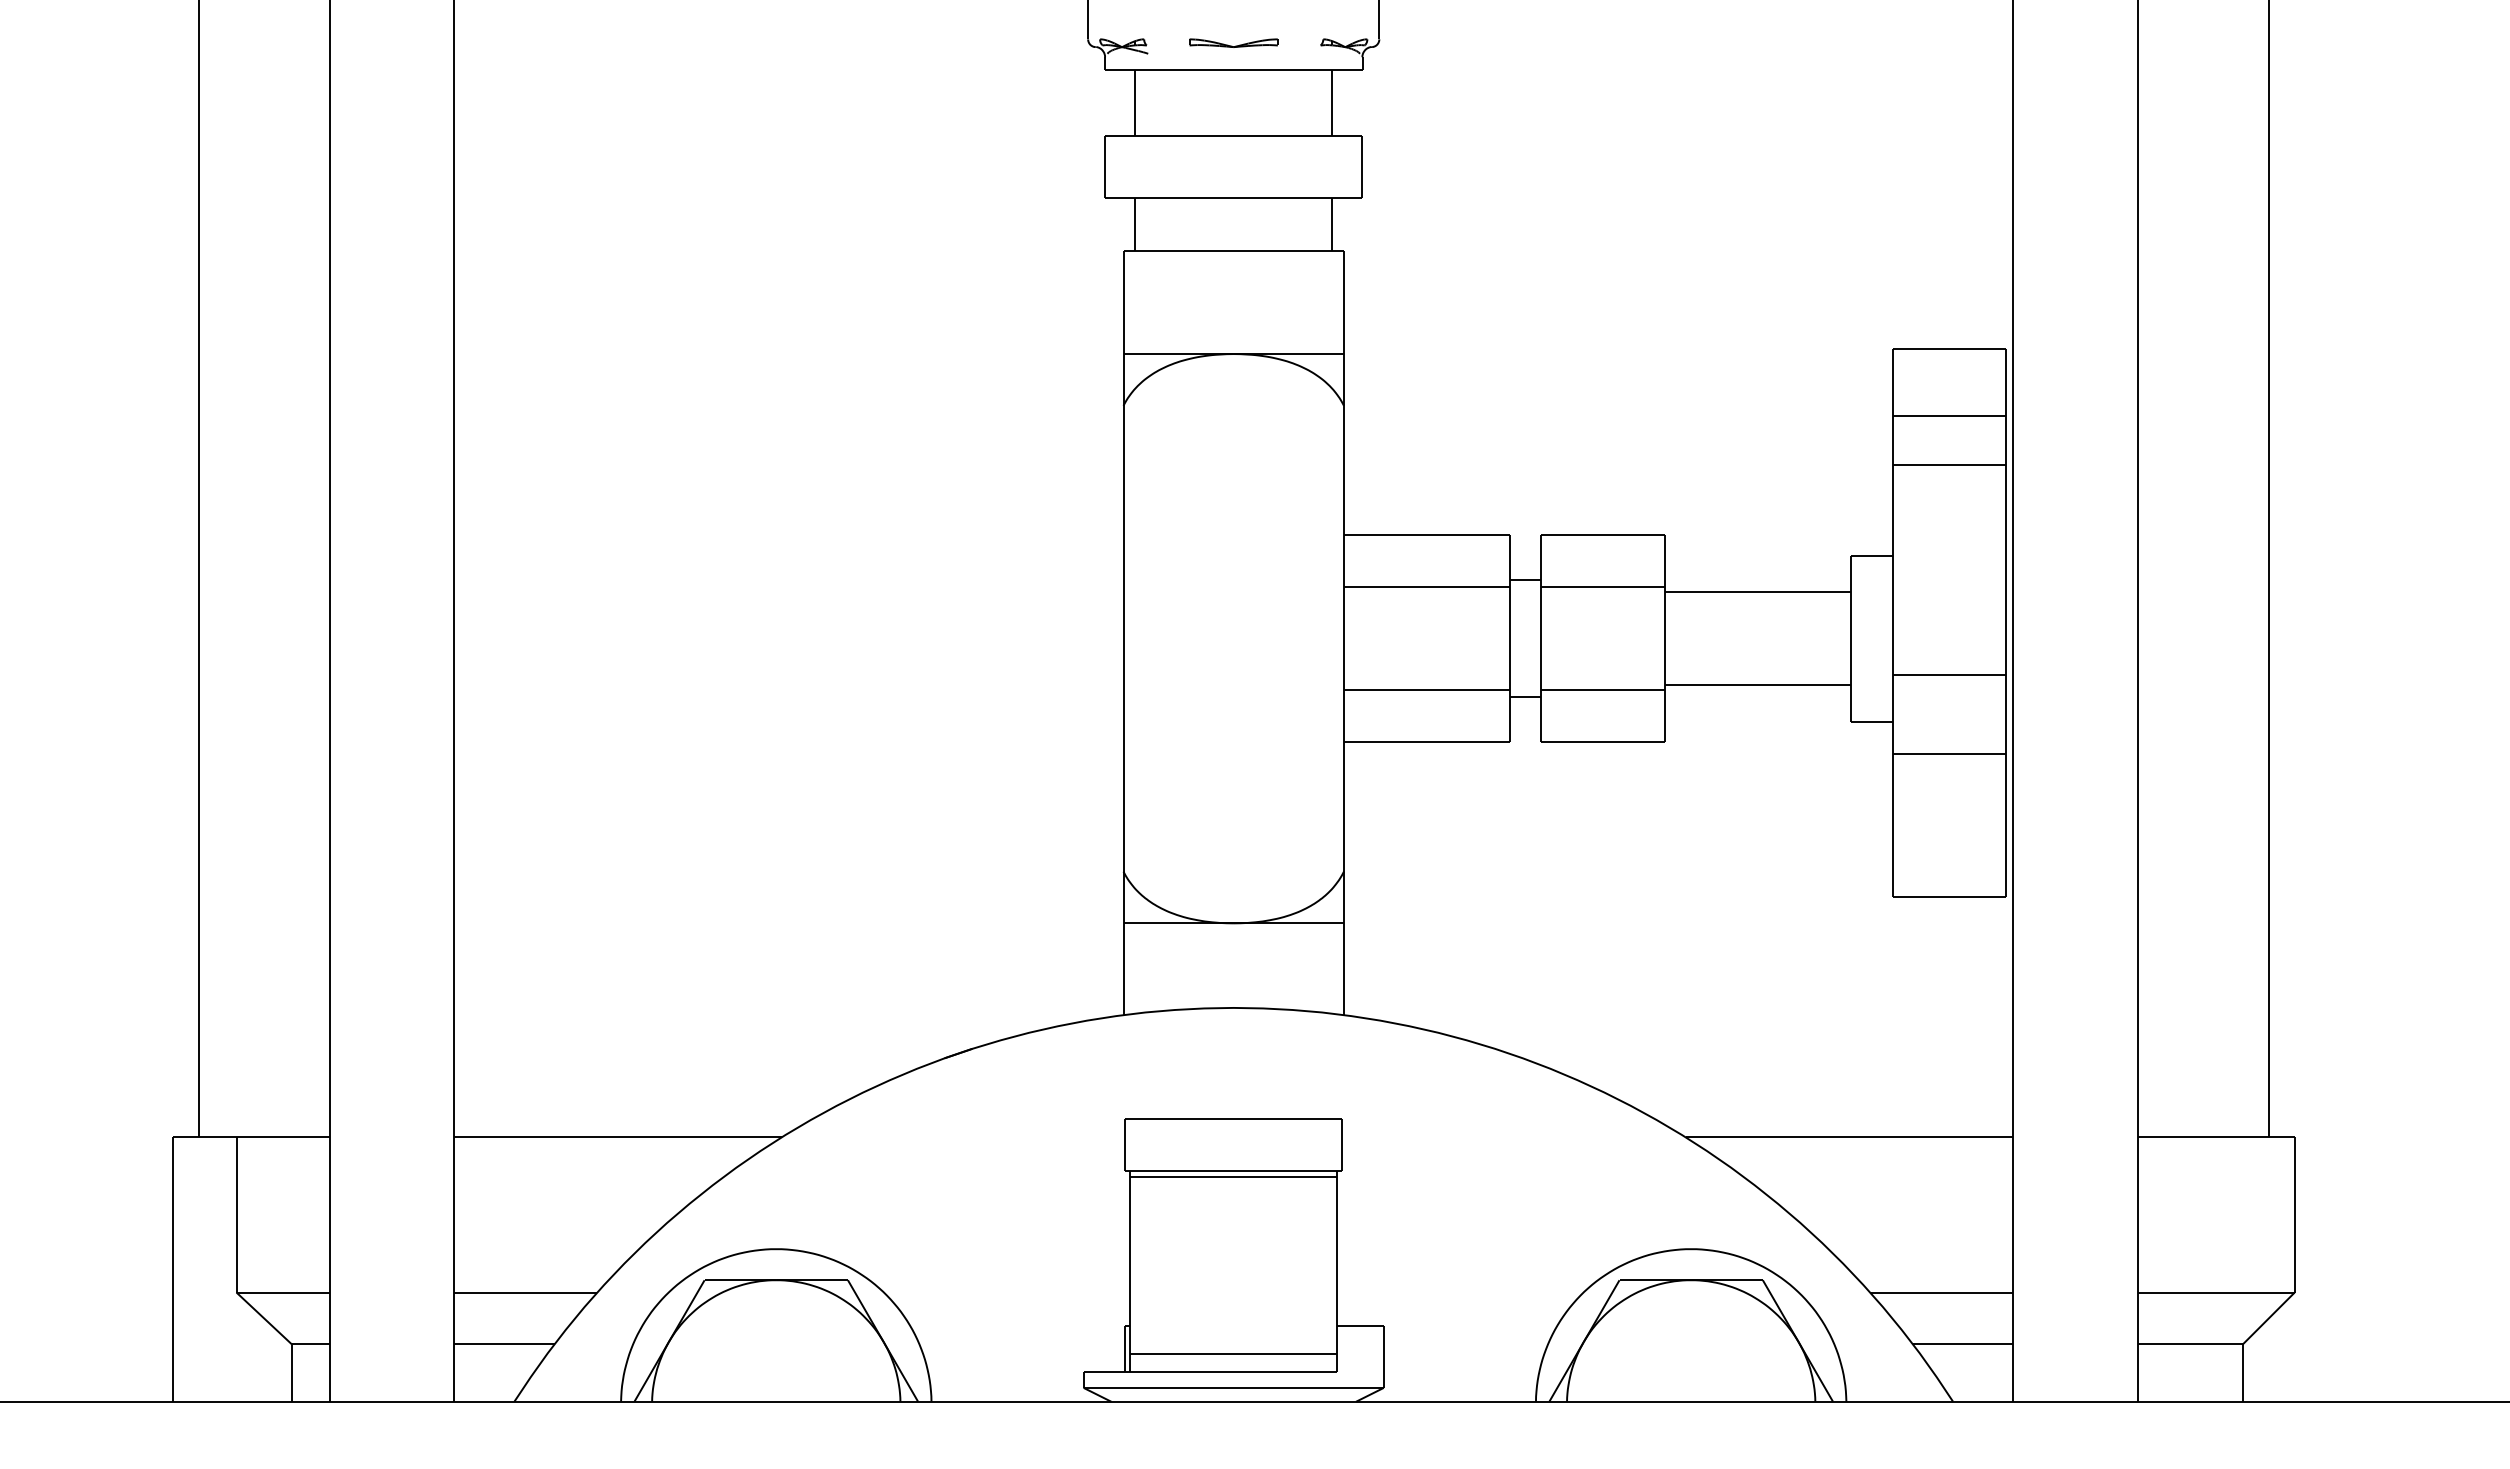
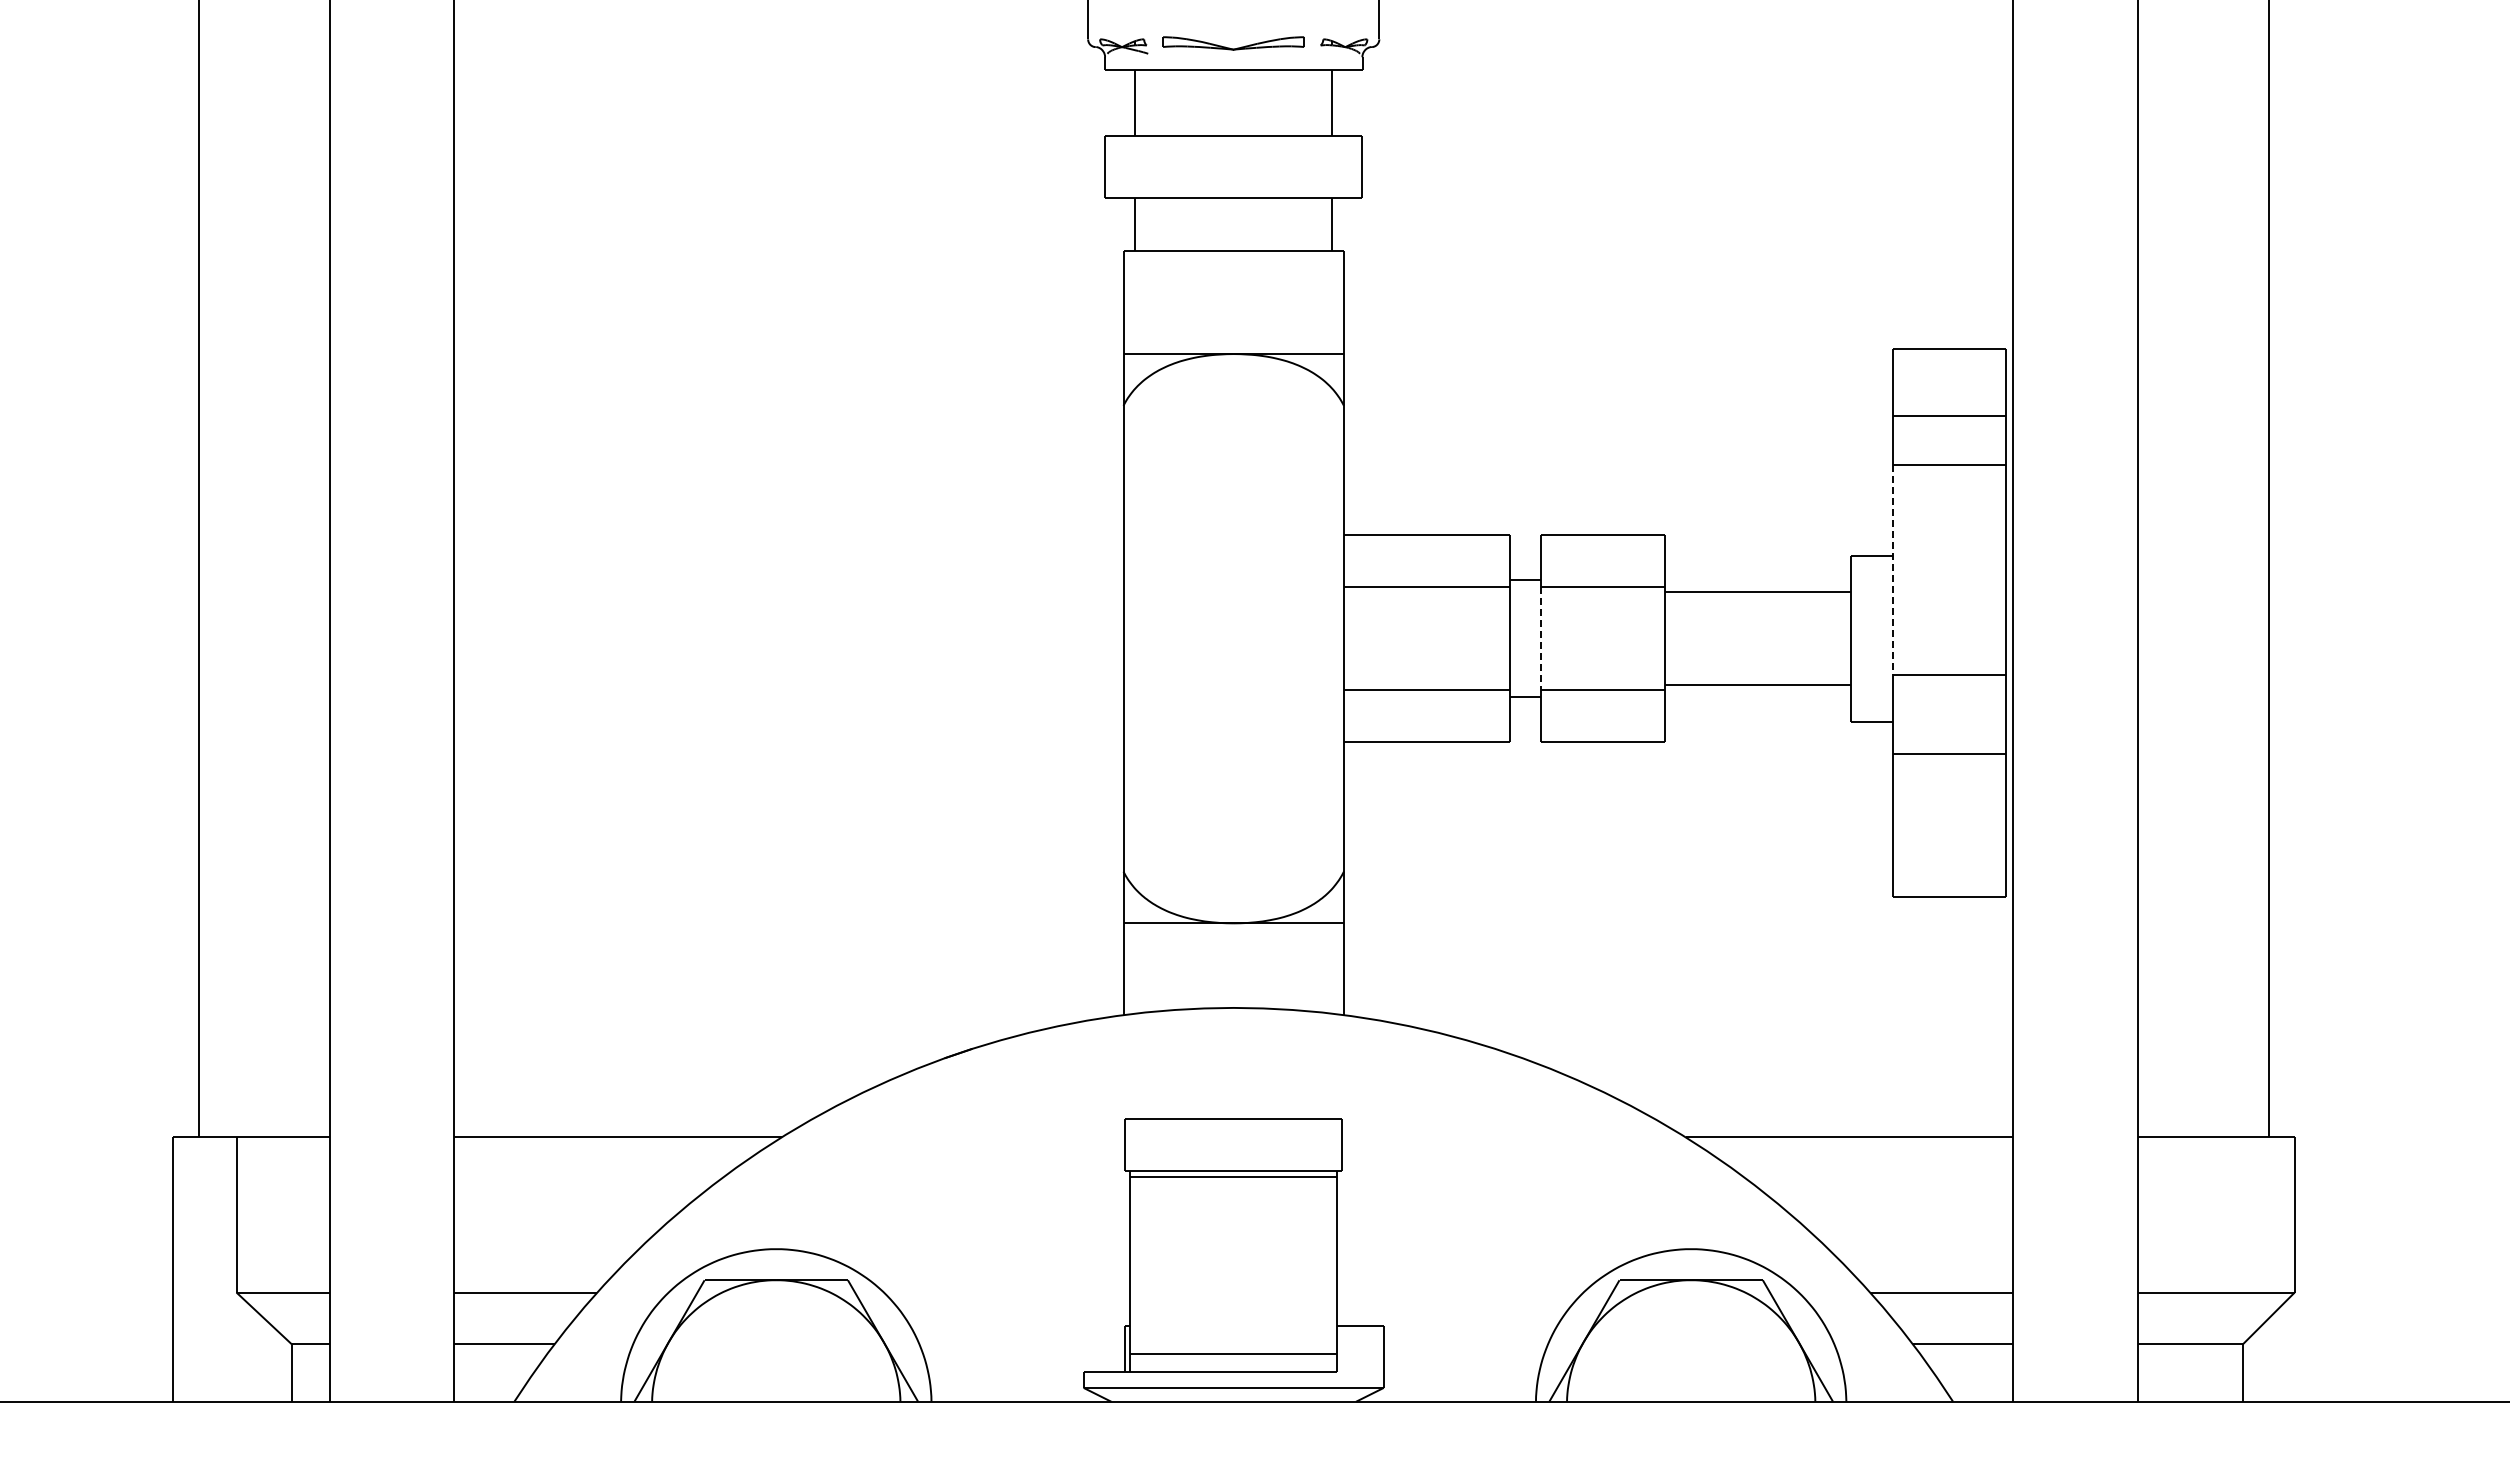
part at (1233, 42) size: 90x10 px -> 143x15 px
line at (1892, 569): solid -> dashed
line at (1540, 638): solid -> dashed
